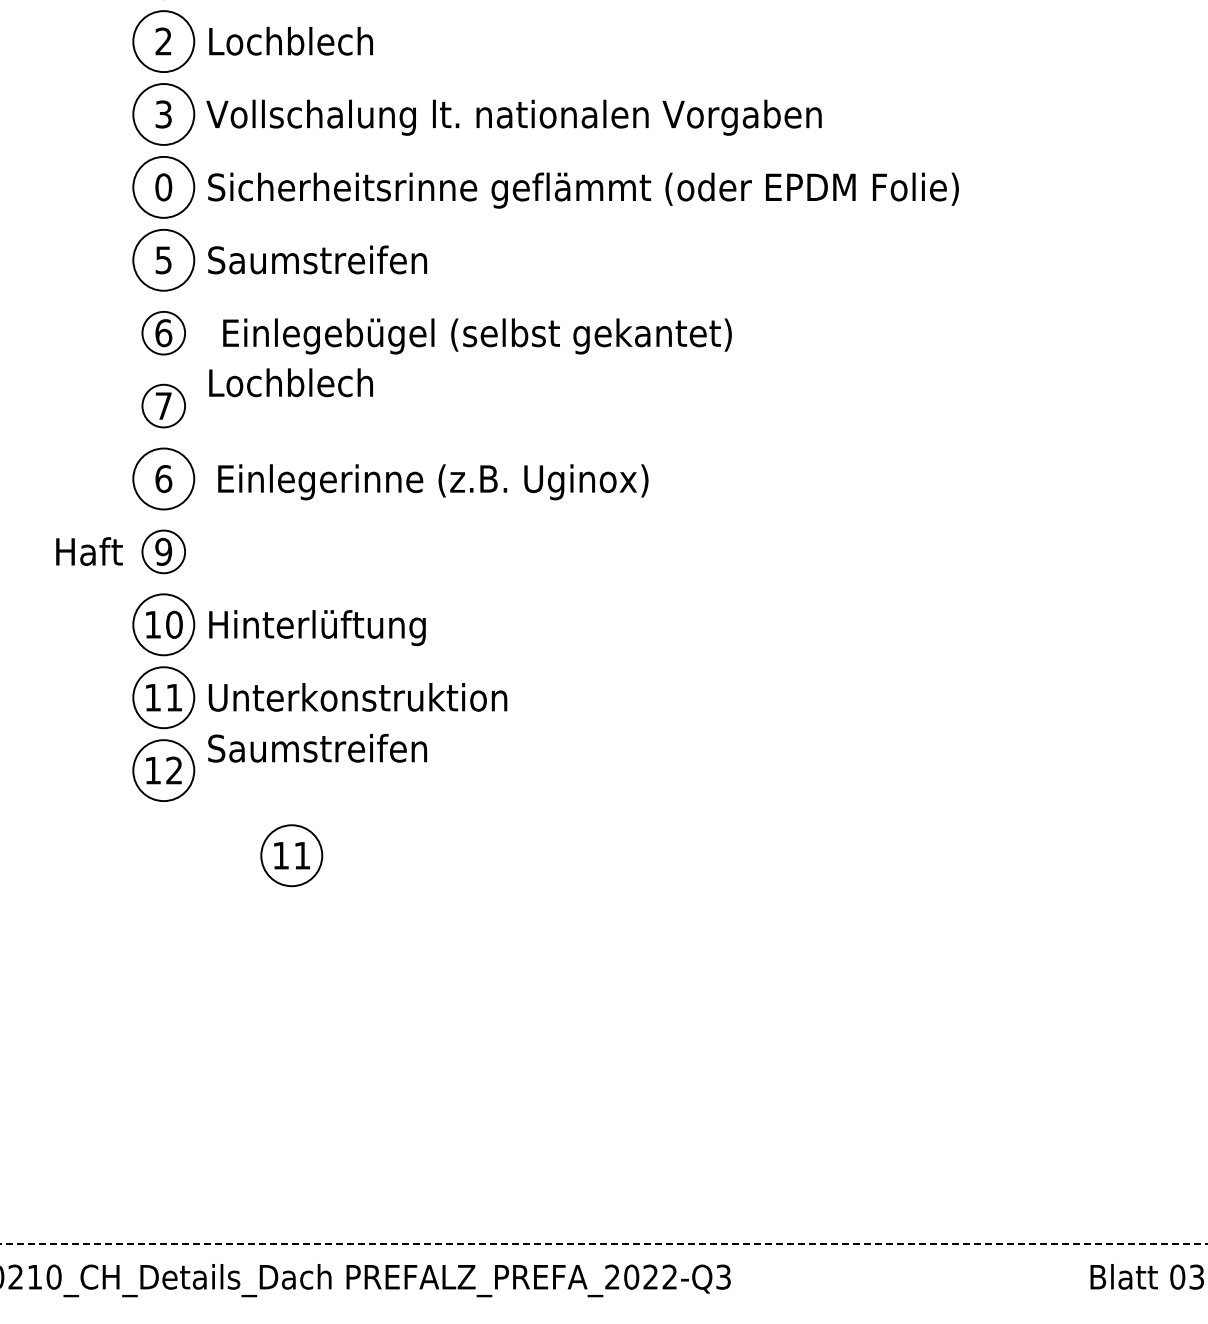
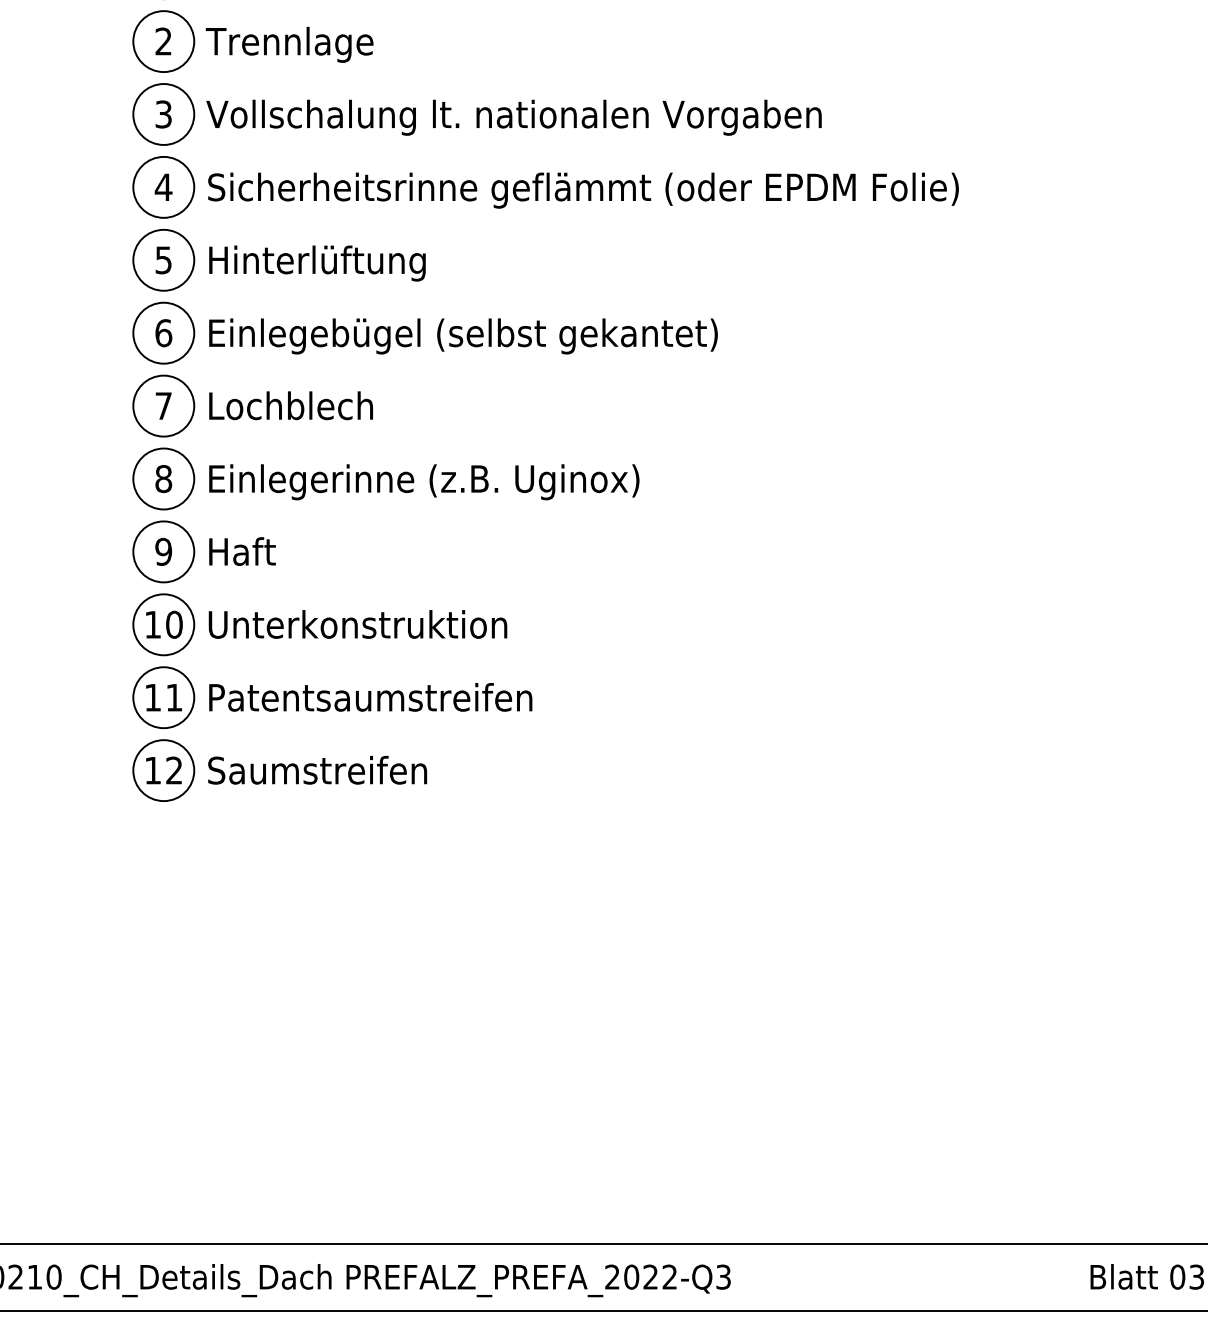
text at (289, 44): Lochblech -> Trennlage
text at (163, 187): 0 -> 4
text at (317, 263): Saumstreifen -> Hinterlüftung
circle at (163, 332) diameter: 43 px -> 61 px
text at (477, 336) position: (477, 336) -> (463, 336)
text at (290, 382) position: (290, 382) -> (290, 405)
circle at (163, 405) diameter: 43 px -> 61 px
text at (163, 478): 6 -> 8
text at (433, 482) position: (433, 482) -> (424, 482)
text at (89, 551) position: (89, 551) -> (242, 551)
circle at (163, 551) diameter: 43 px -> 61 px
text at (357, 628): Hinterlüftung -> Unterkonstruktion
text at (370, 697): Unterkonstruktion -> Patentsaumstreifen
text at (317, 747) position: (317, 747) -> (317, 769)
part at (291, 855): present -> none
line at (603, 1243): dashed -> solid
line at (603, 1310): none -> present
